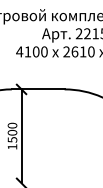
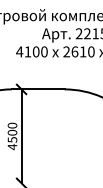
text at (12, 147): 1500 -> 4500
